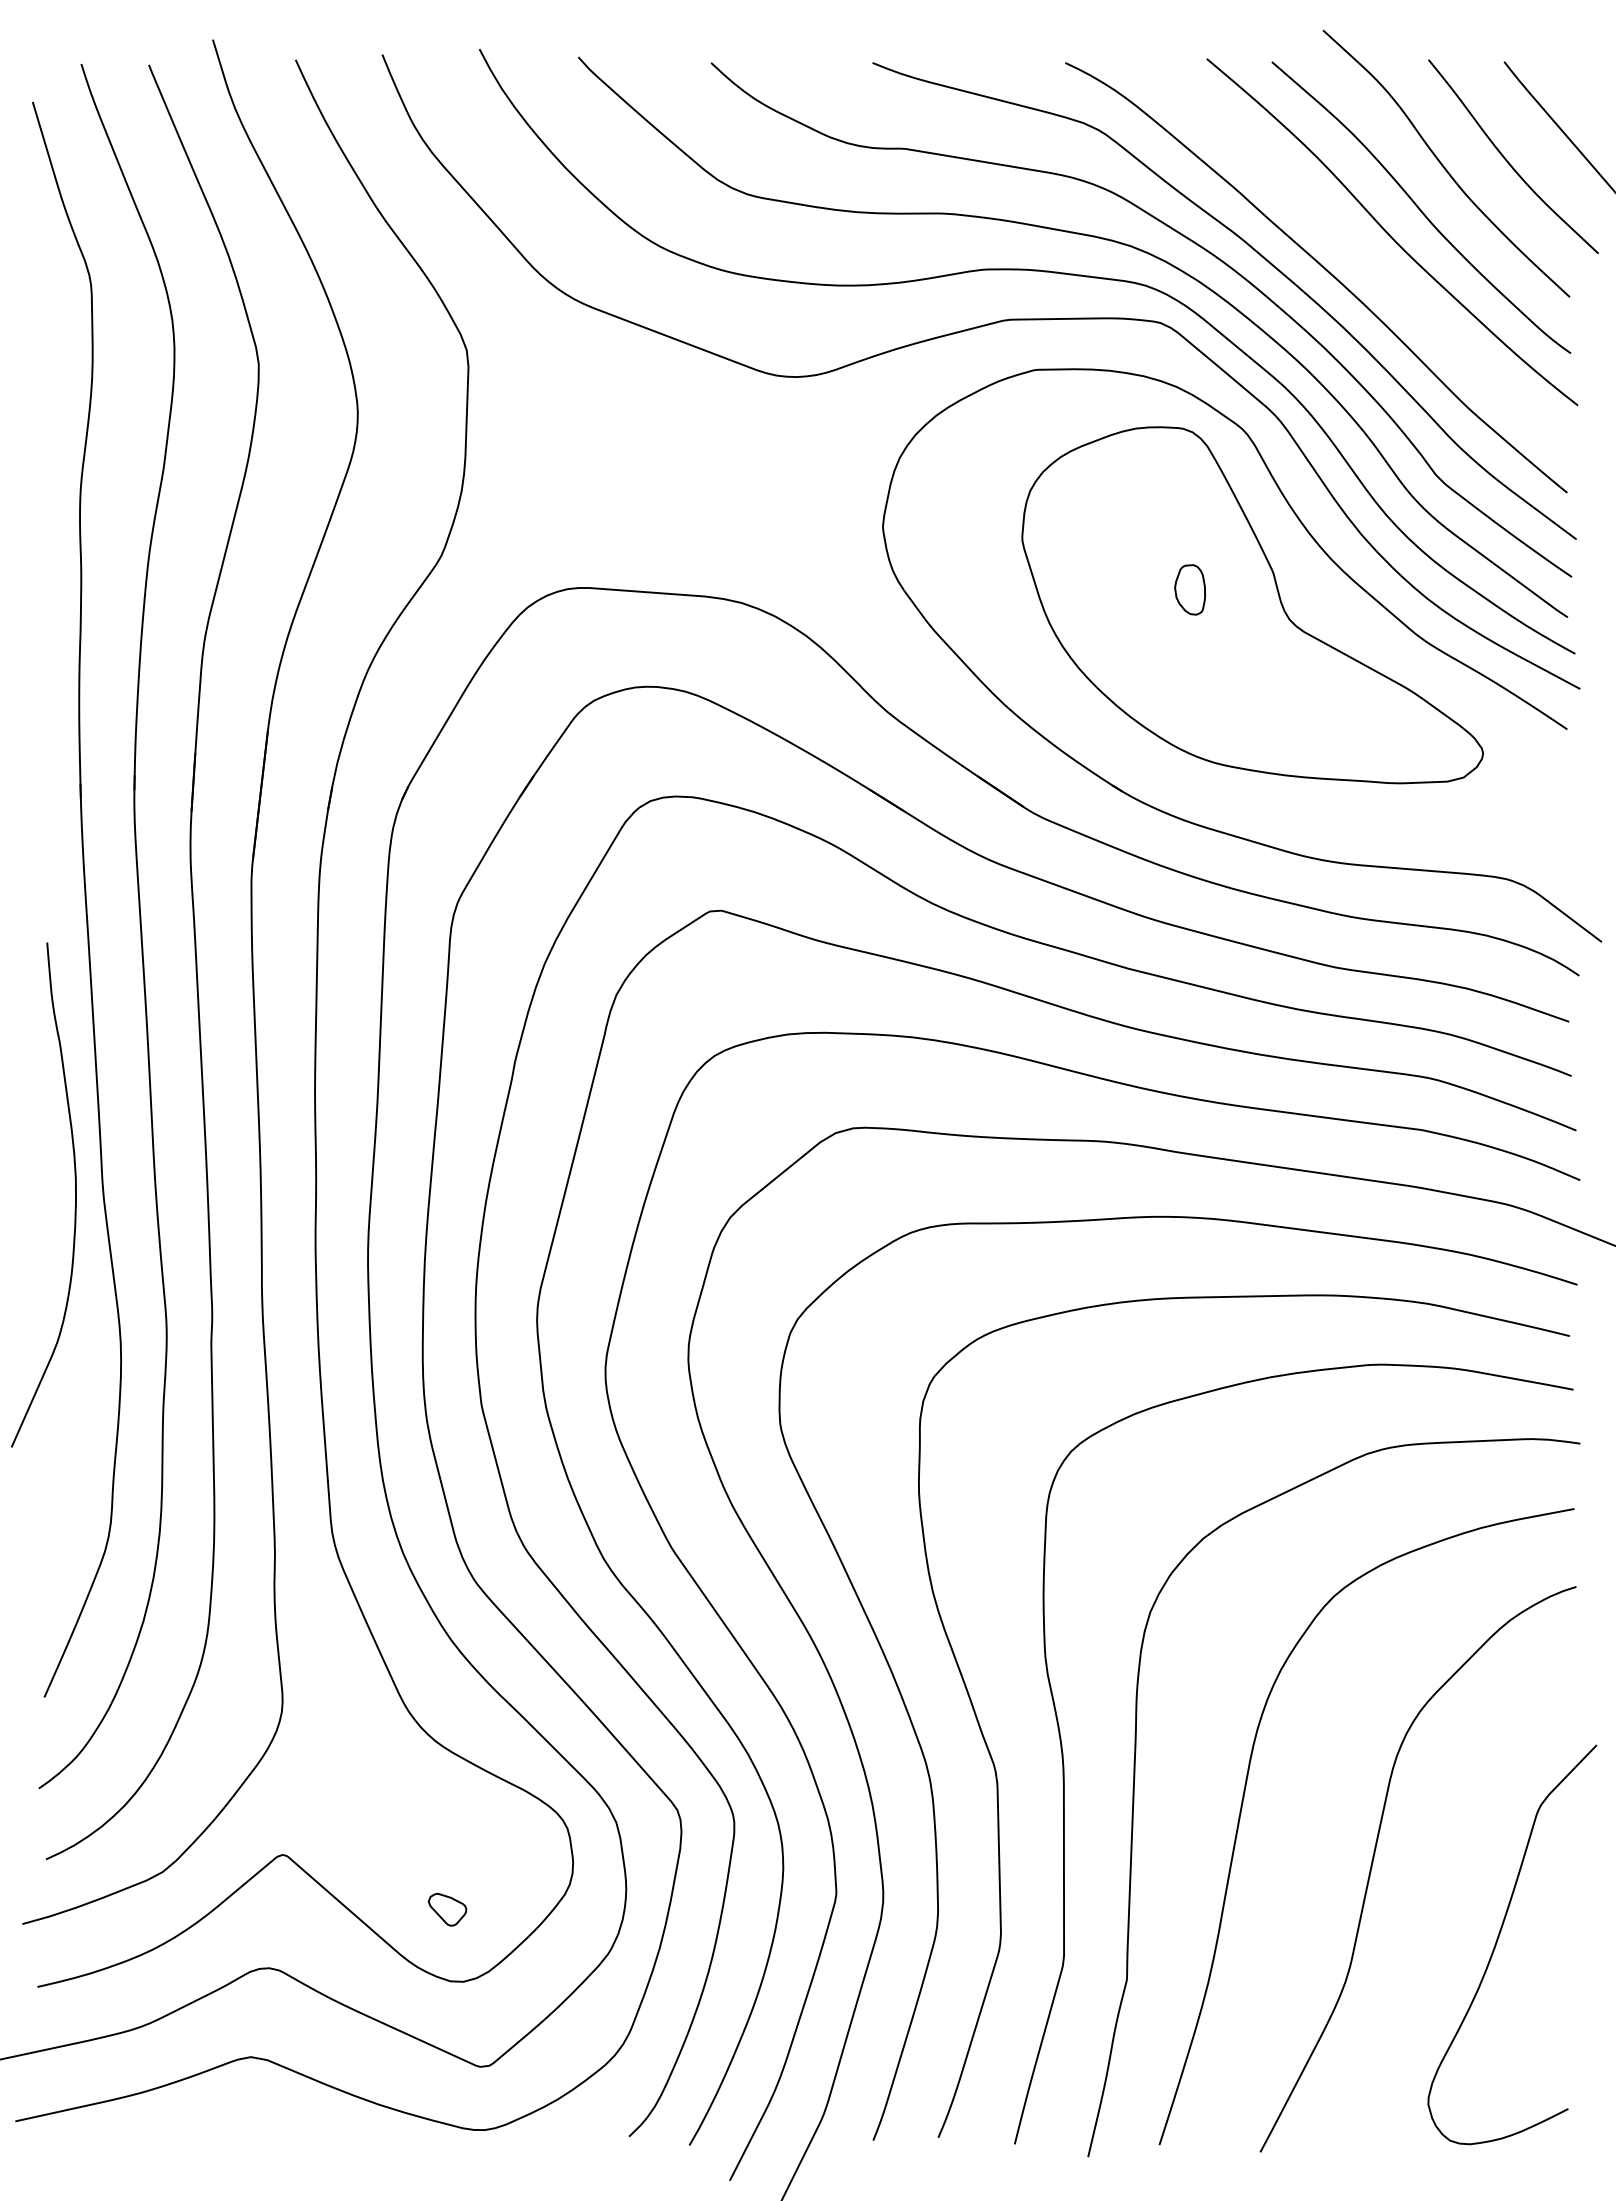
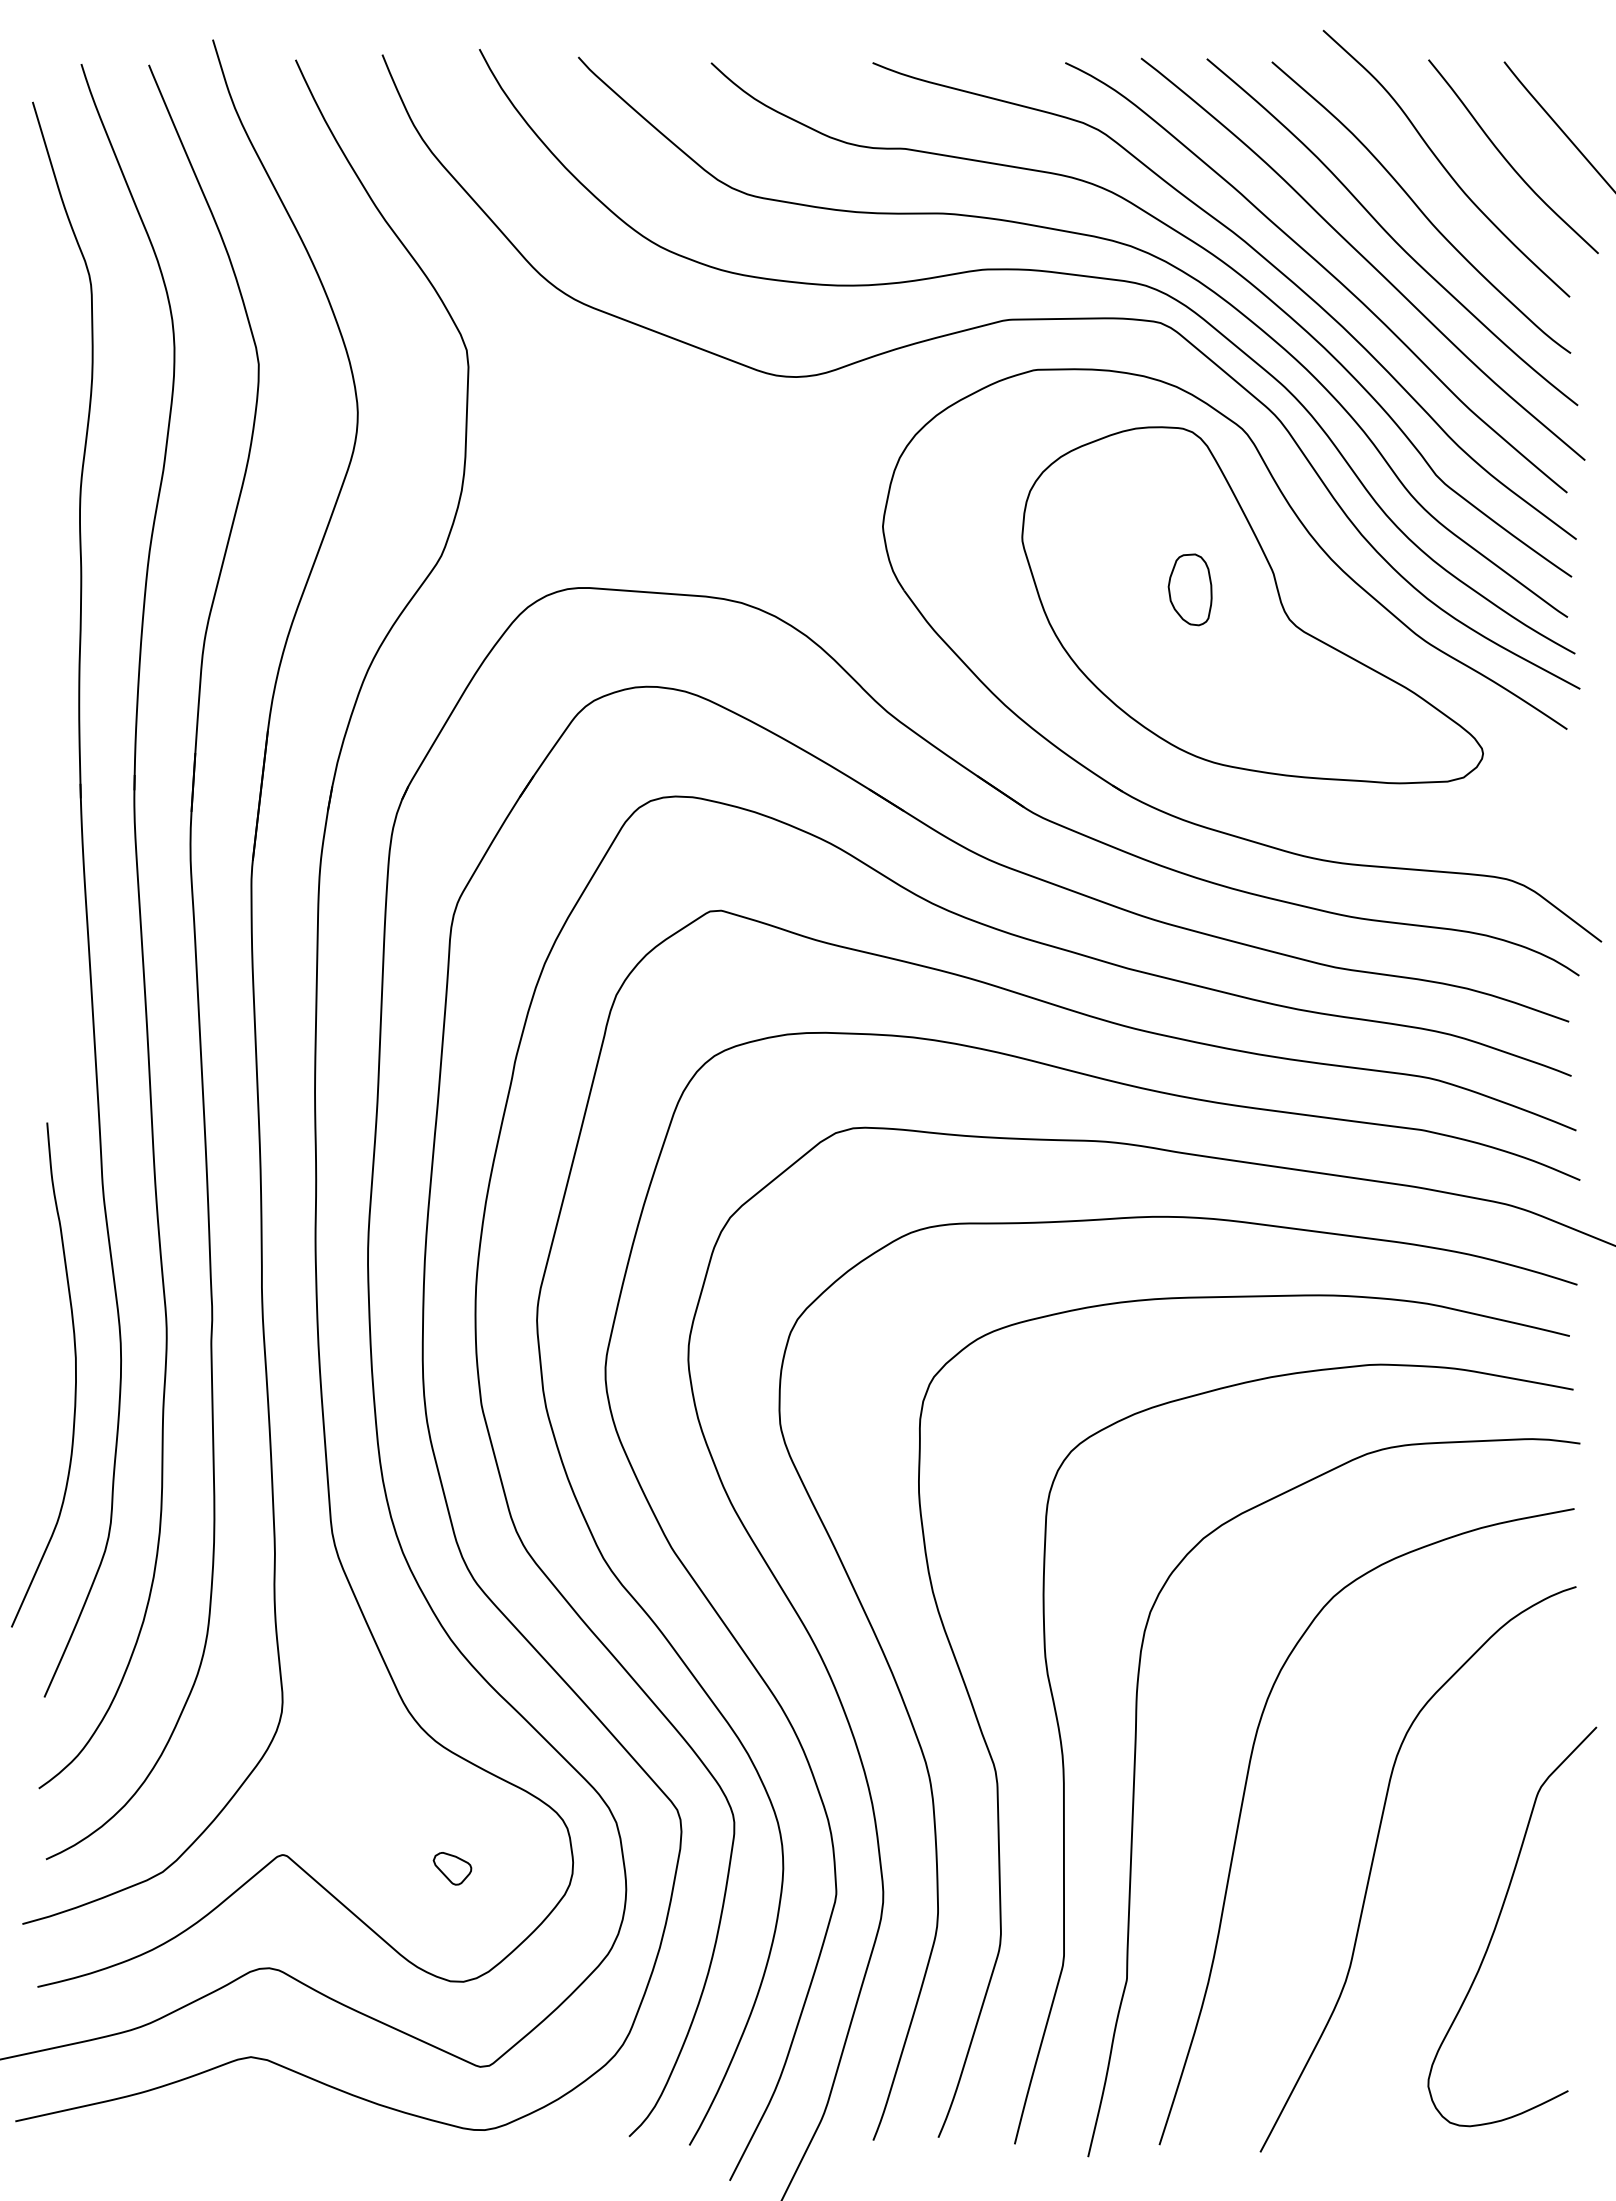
curve at (1362, 257): none -> present
part at (1189, 589) size: 32x52 px -> 46x74 px
curve at (75, 1194) position: (75, 1194) -> (75, 1374)
part at (447, 1909) position: (447, 1909) -> (452, 1868)
curve at (1498, 1940) position: (1498, 1940) -> (1498, 1922)
